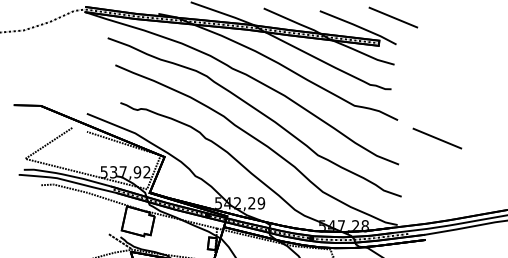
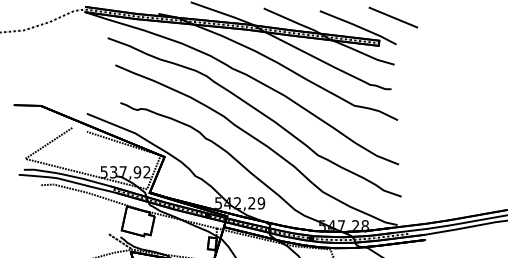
line at (437, 138): present -> none
